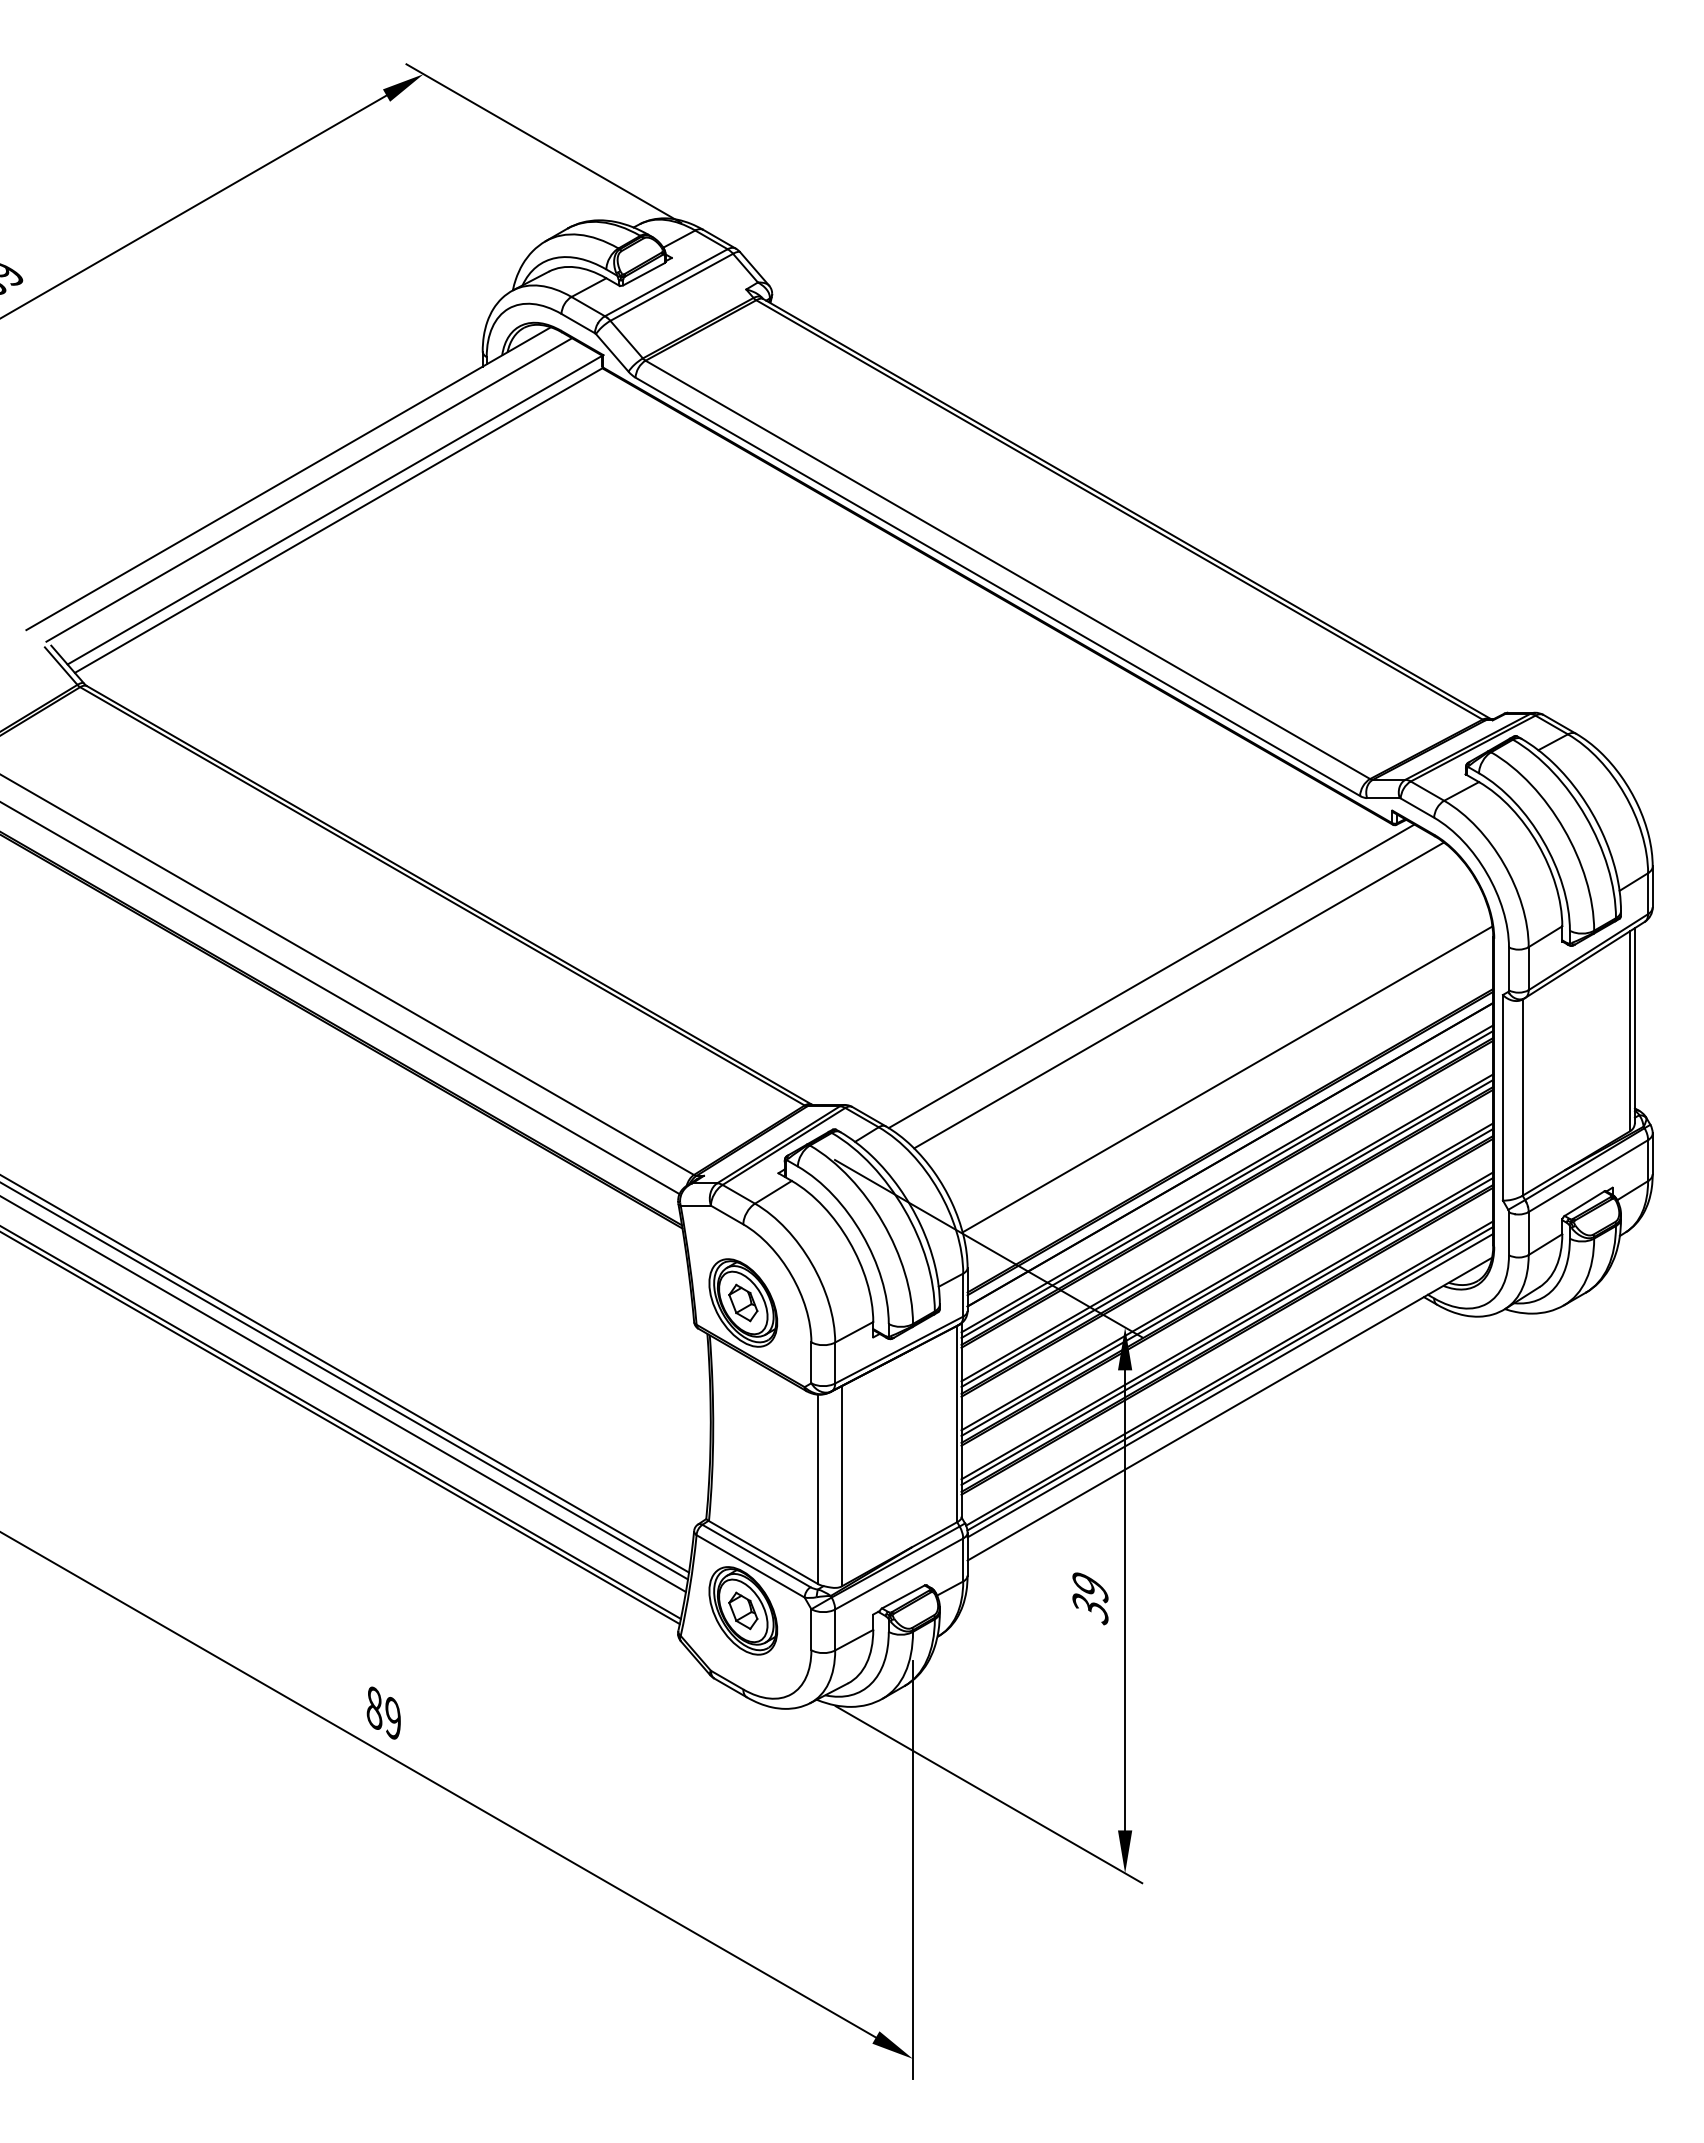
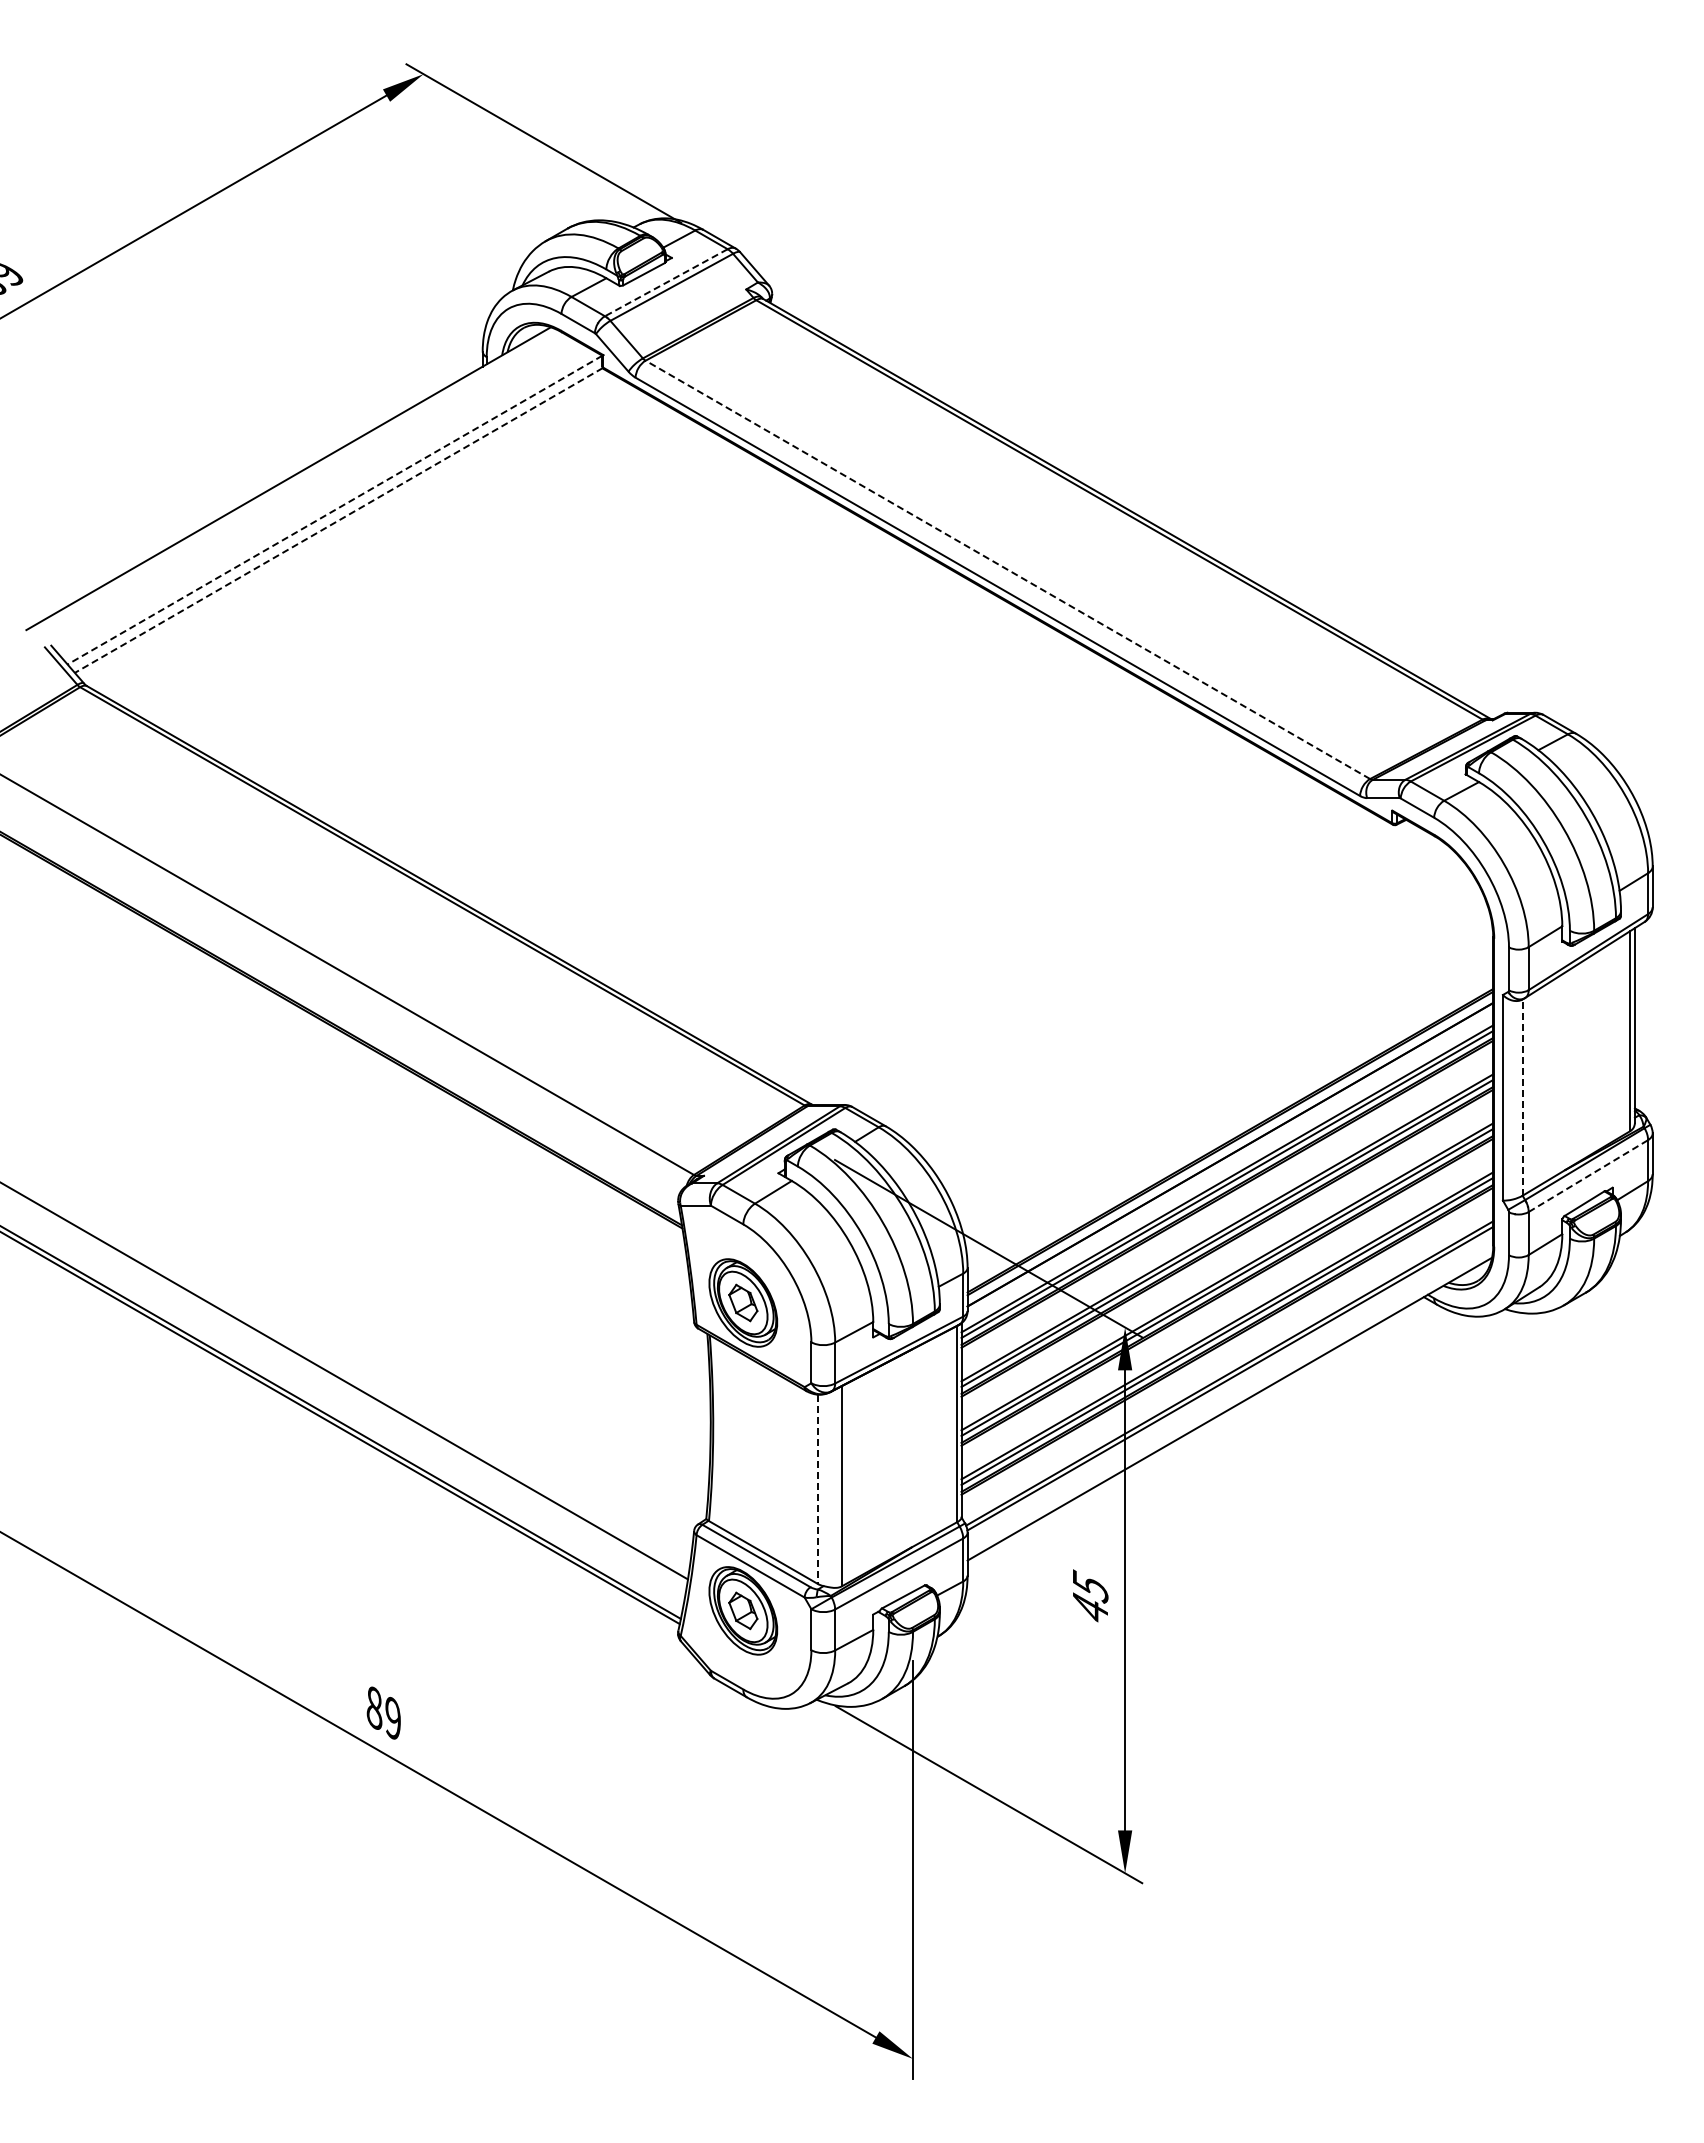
line at (666, 282): solid -> dashed
line at (309, 489): present -> none
line at (335, 510): solid -> dashed
line at (338, 520): solid -> dashed
line at (1007, 569): solid -> dashed
line at (1151, 976): present -> none
line at (1179, 995): present -> none
line at (340, 998): present -> none
line at (1227, 1079): present -> none
line at (1522, 1097): solid -> dashed
line at (1588, 1176): solid -> dashed
line at (345, 1374): present -> none
line at (1230, 1385): present -> none
line at (343, 1394): present -> none
line at (817, 1489): solid -> dashed
text at (1090, 1597): 39 -> 45
